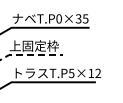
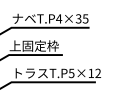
text at (59, 18): T.P0×35 -> T.P4×35
line at (30, 55): dashed -> solid
